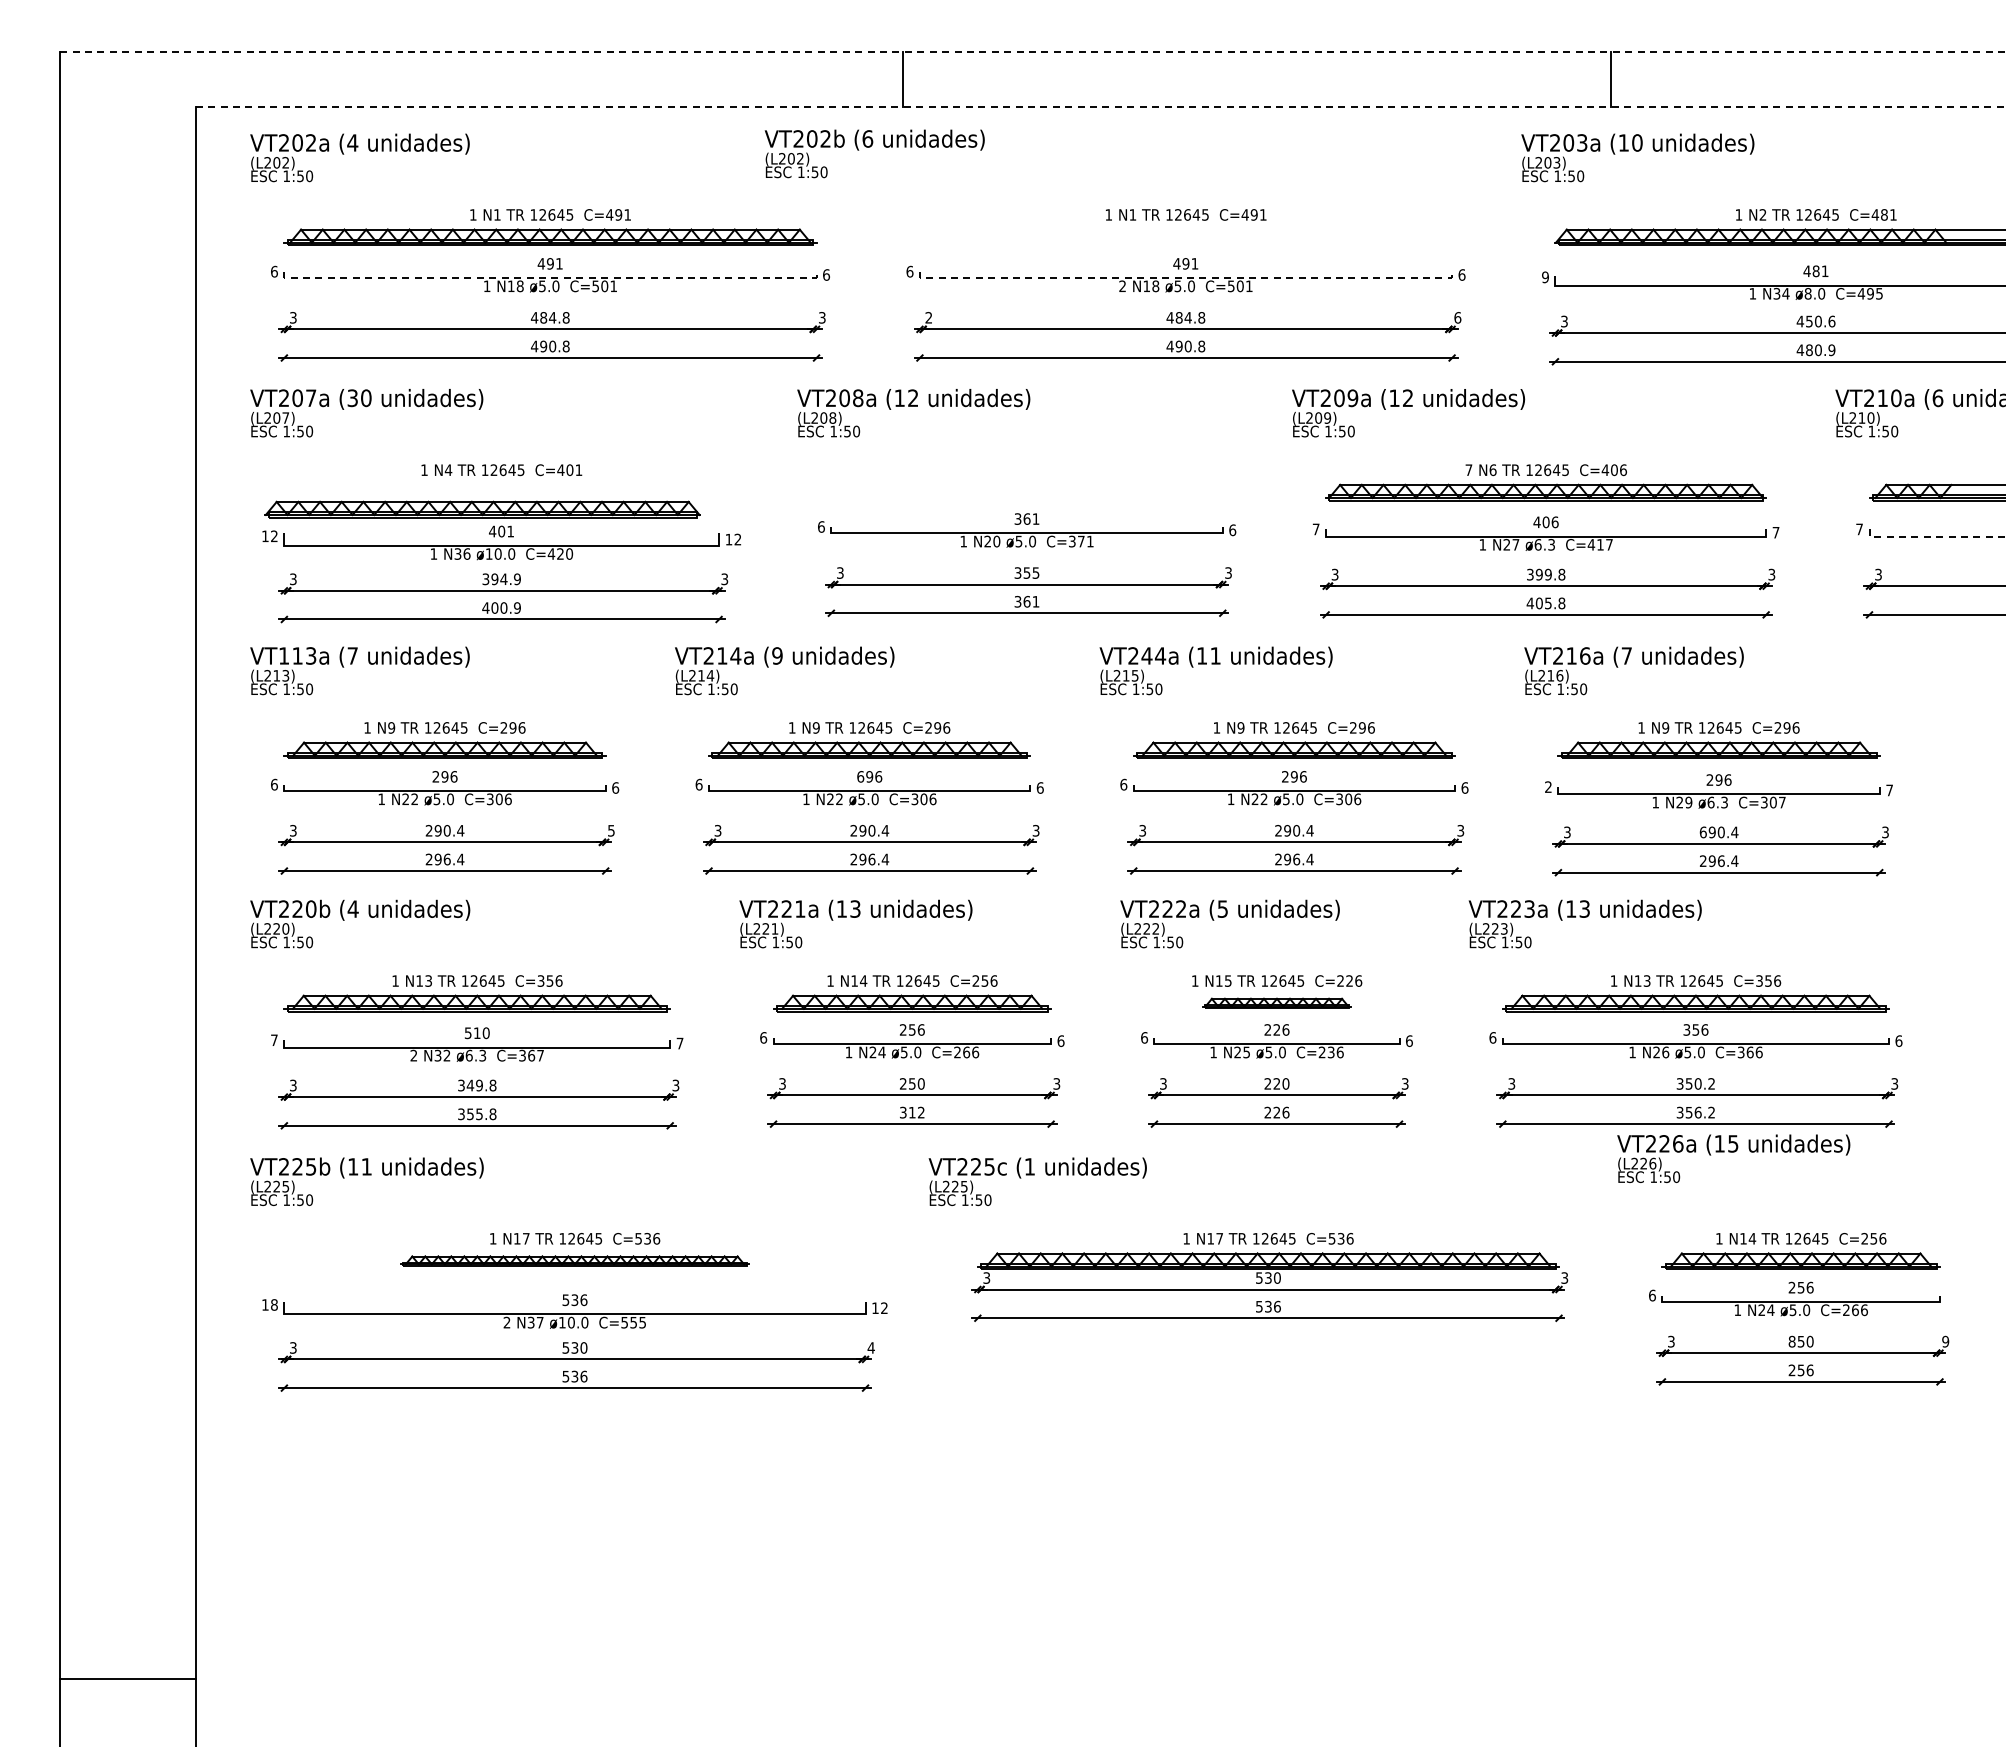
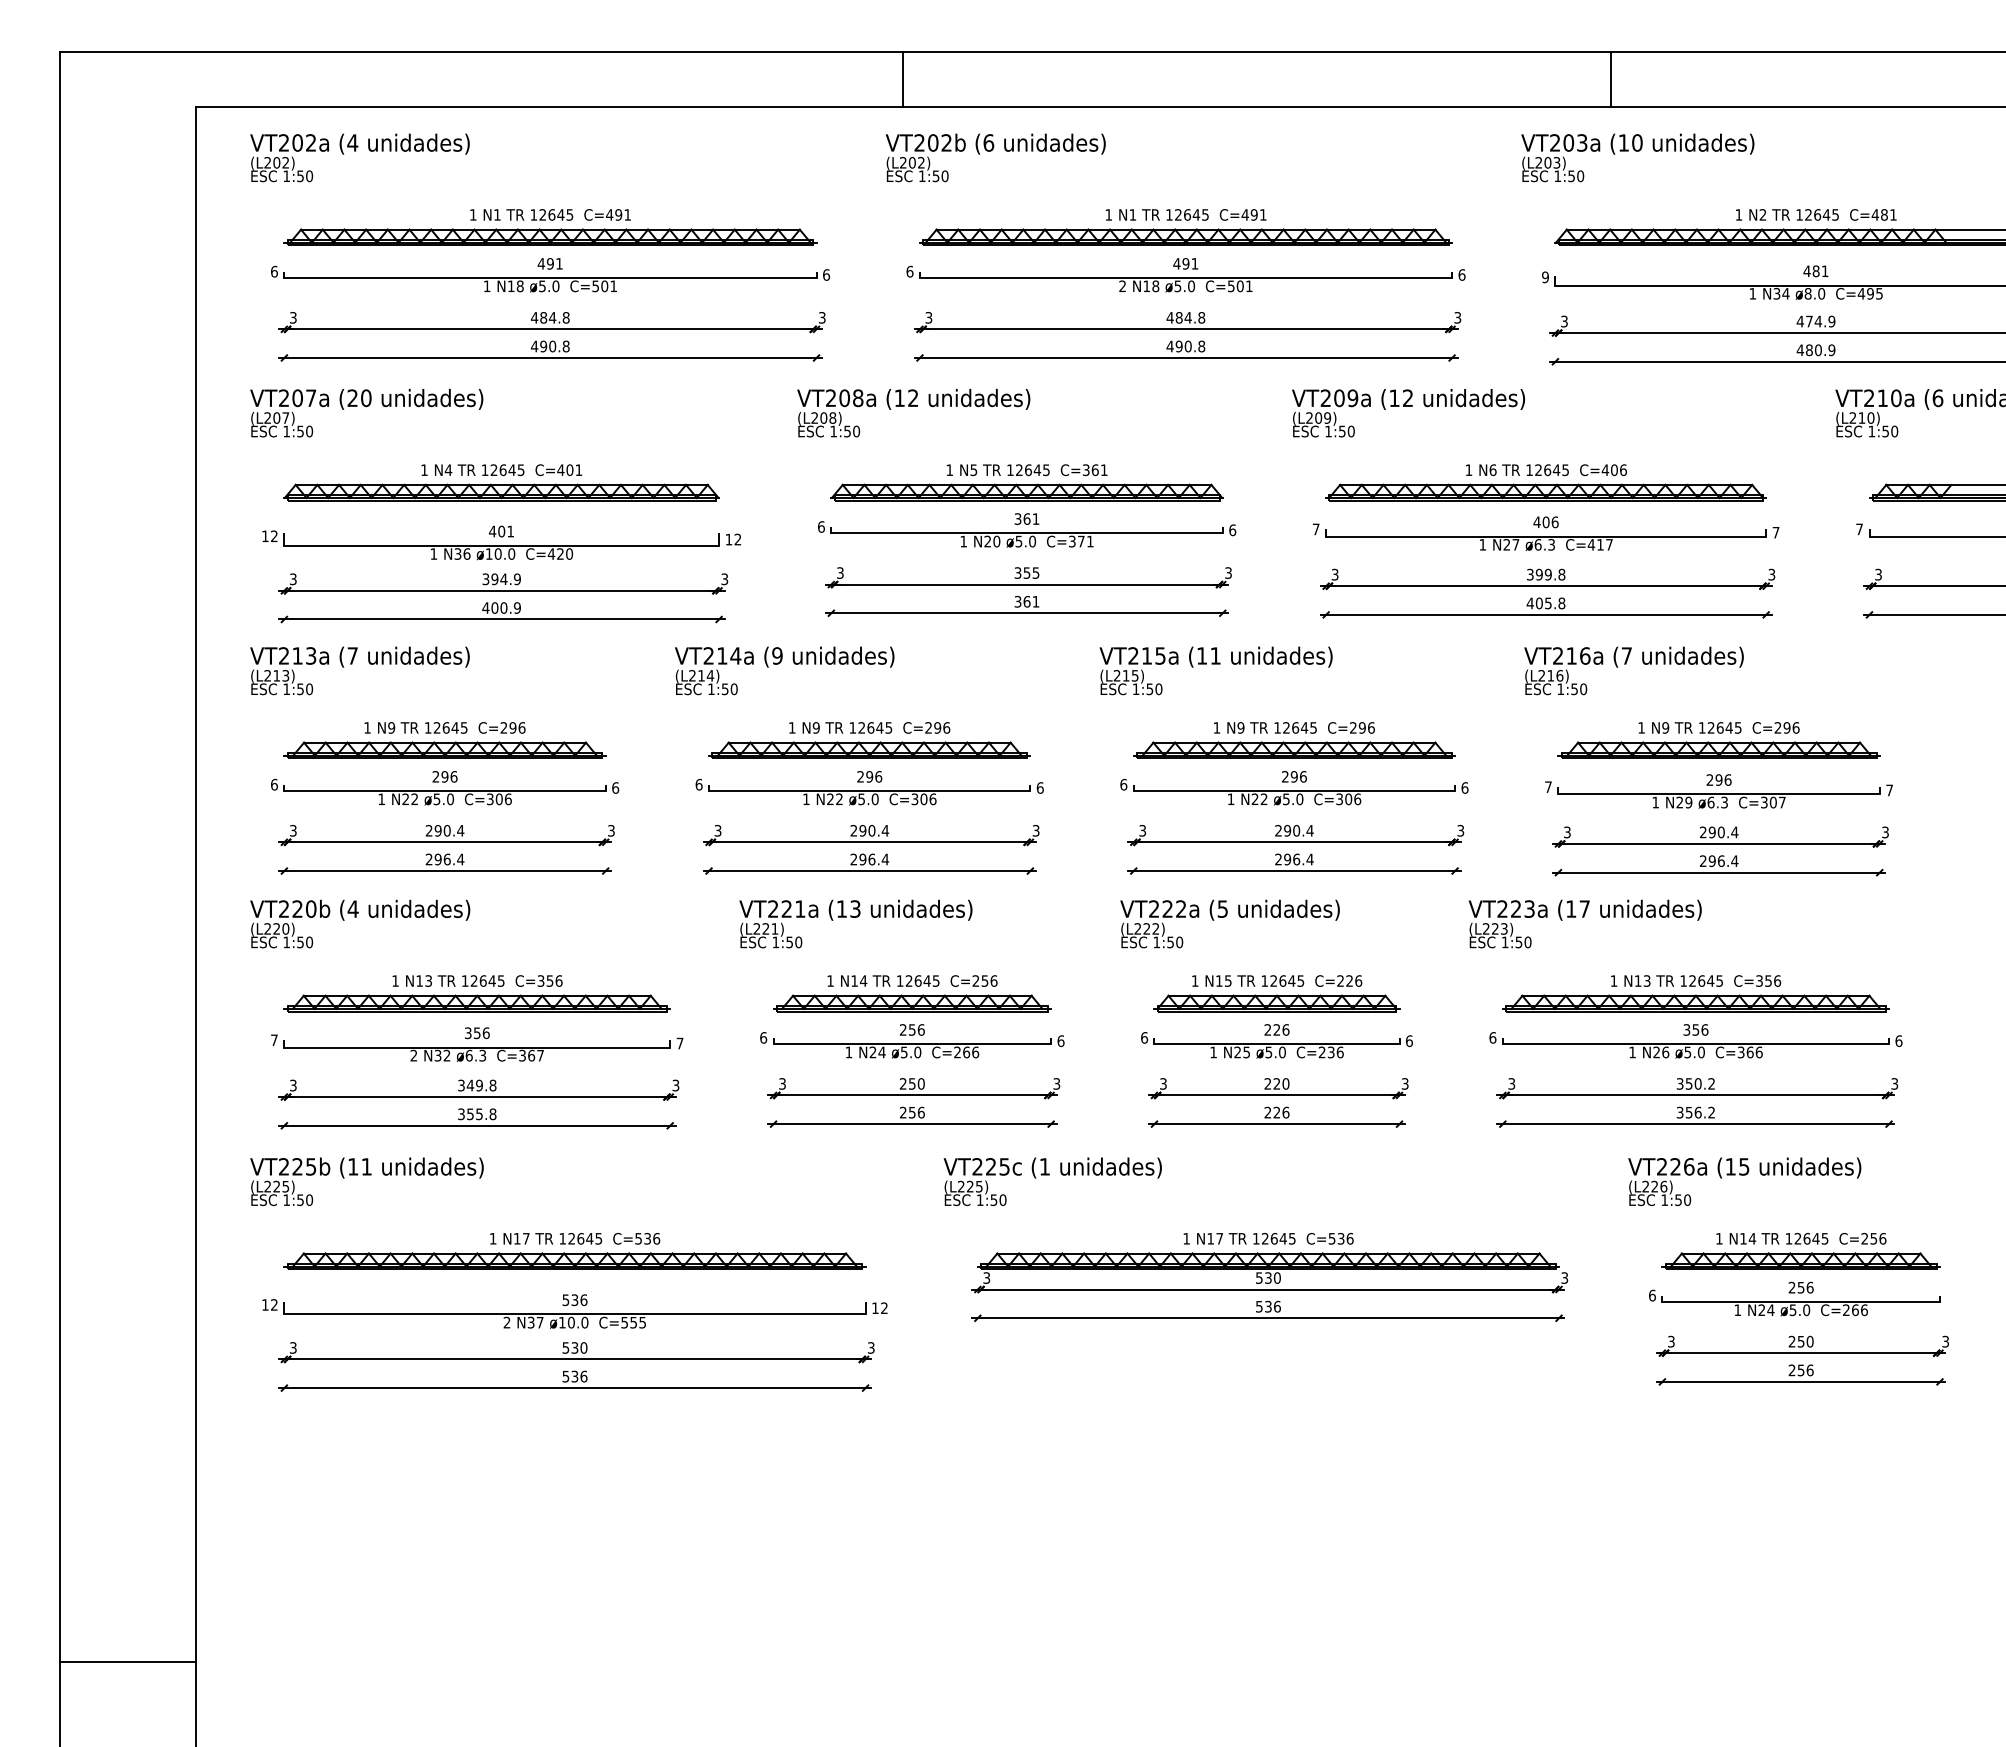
line at (1033, 52): dashed -> solid
line at (1100, 106): dashed -> solid
text at (874, 153) position: (874, 153) -> (995, 157)
part at (1185, 236): none -> present
line at (550, 278): dashed -> solid
line at (1186, 278): dashed -> solid
text at (928, 317): 2 -> 3
text at (1457, 317): 6 -> 3
text at (1820, 321): 450.6 -> 474.9
text at (352, 398): (30 -> (20
text at (1468, 469): 7 -> 1
part at (1026, 482): none -> present
part at (482, 509) position: (482, 509) -> (501, 492)
line at (1933, 536): dashed -> solid
text at (283, 655): VT113a -> VT213a
text at (1153, 655): VT244a -> VT215a
text at (860, 776): 696 -> 296
text at (1548, 786): 2 -> 7
text at (611, 829): 5 -> 3
text at (1702, 832): 690.4 -> 290.4
text at (1584, 908): (13 -> (17
part at (1276, 1002) size: 150x12 px -> 248x19 px
text at (477, 1033): 510 -> 356
text at (912, 1112): 312 -> 256
text at (1733, 1158) position: (1733, 1158) -> (1744, 1181)
text at (1037, 1181) position: (1037, 1181) -> (1052, 1181)
part at (574, 1260) size: 350x12 px -> 584x18 px
text at (274, 1304): 18 -> 12
text at (1791, 1341): 850 -> 250
text at (1945, 1341): 9 -> 3
text at (870, 1347): 4 -> 3
line at (127, 1679) position: (127, 1679) -> (127, 1662)
